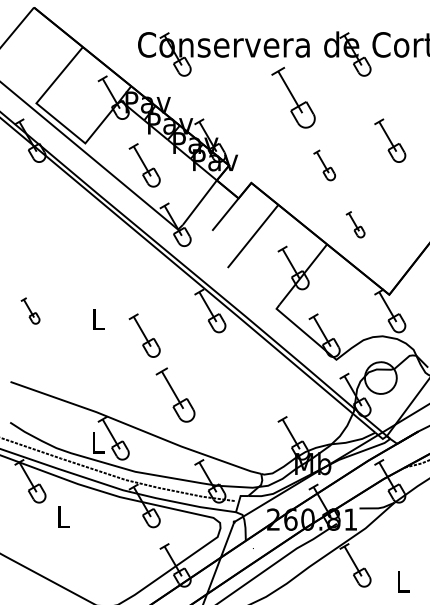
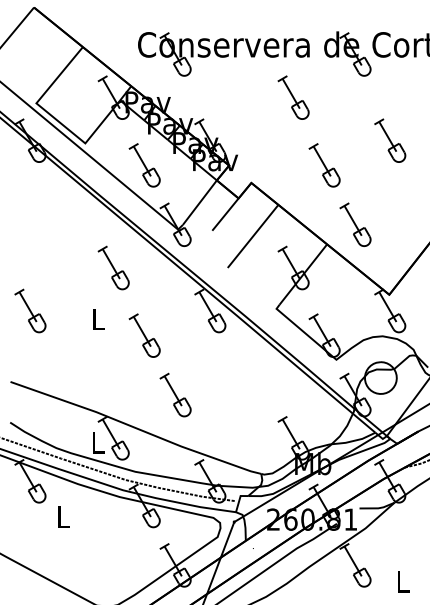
part at (293, 97) size: 45x63 px -> 33x45 px
part at (324, 165) size: 23x33 px -> 33x45 px
part at (355, 224) size: 21x28 px -> 33x45 px
part at (113, 267): none -> present
part at (30, 310) size: 21x28 px -> 33x46 px
part at (175, 394) size: 41x56 px -> 33x46 px
